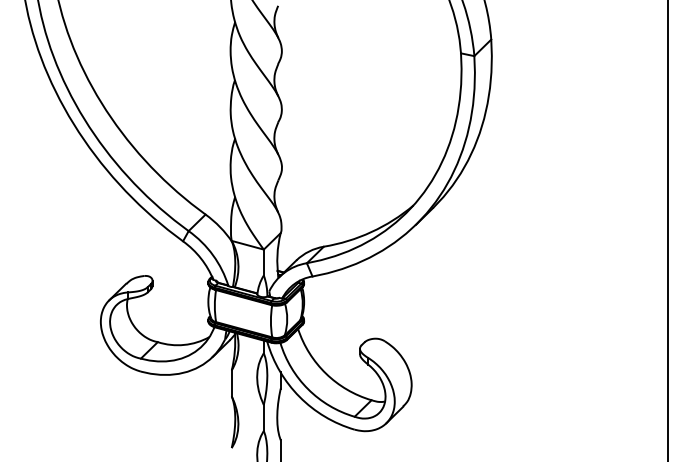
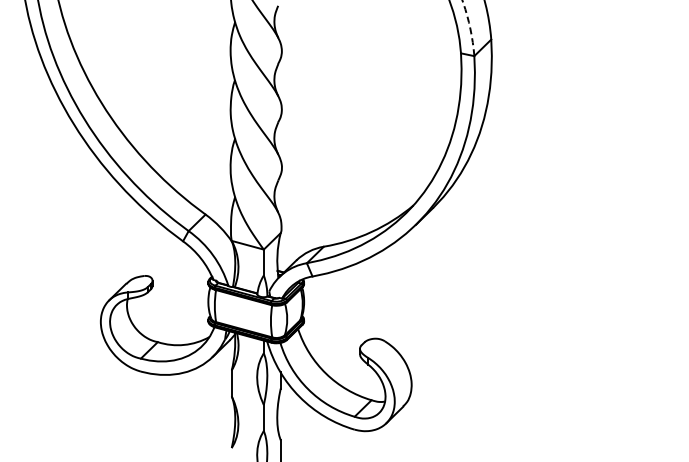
arc at (469, 27): solid -> dashed
line at (668, 230): present -> none
